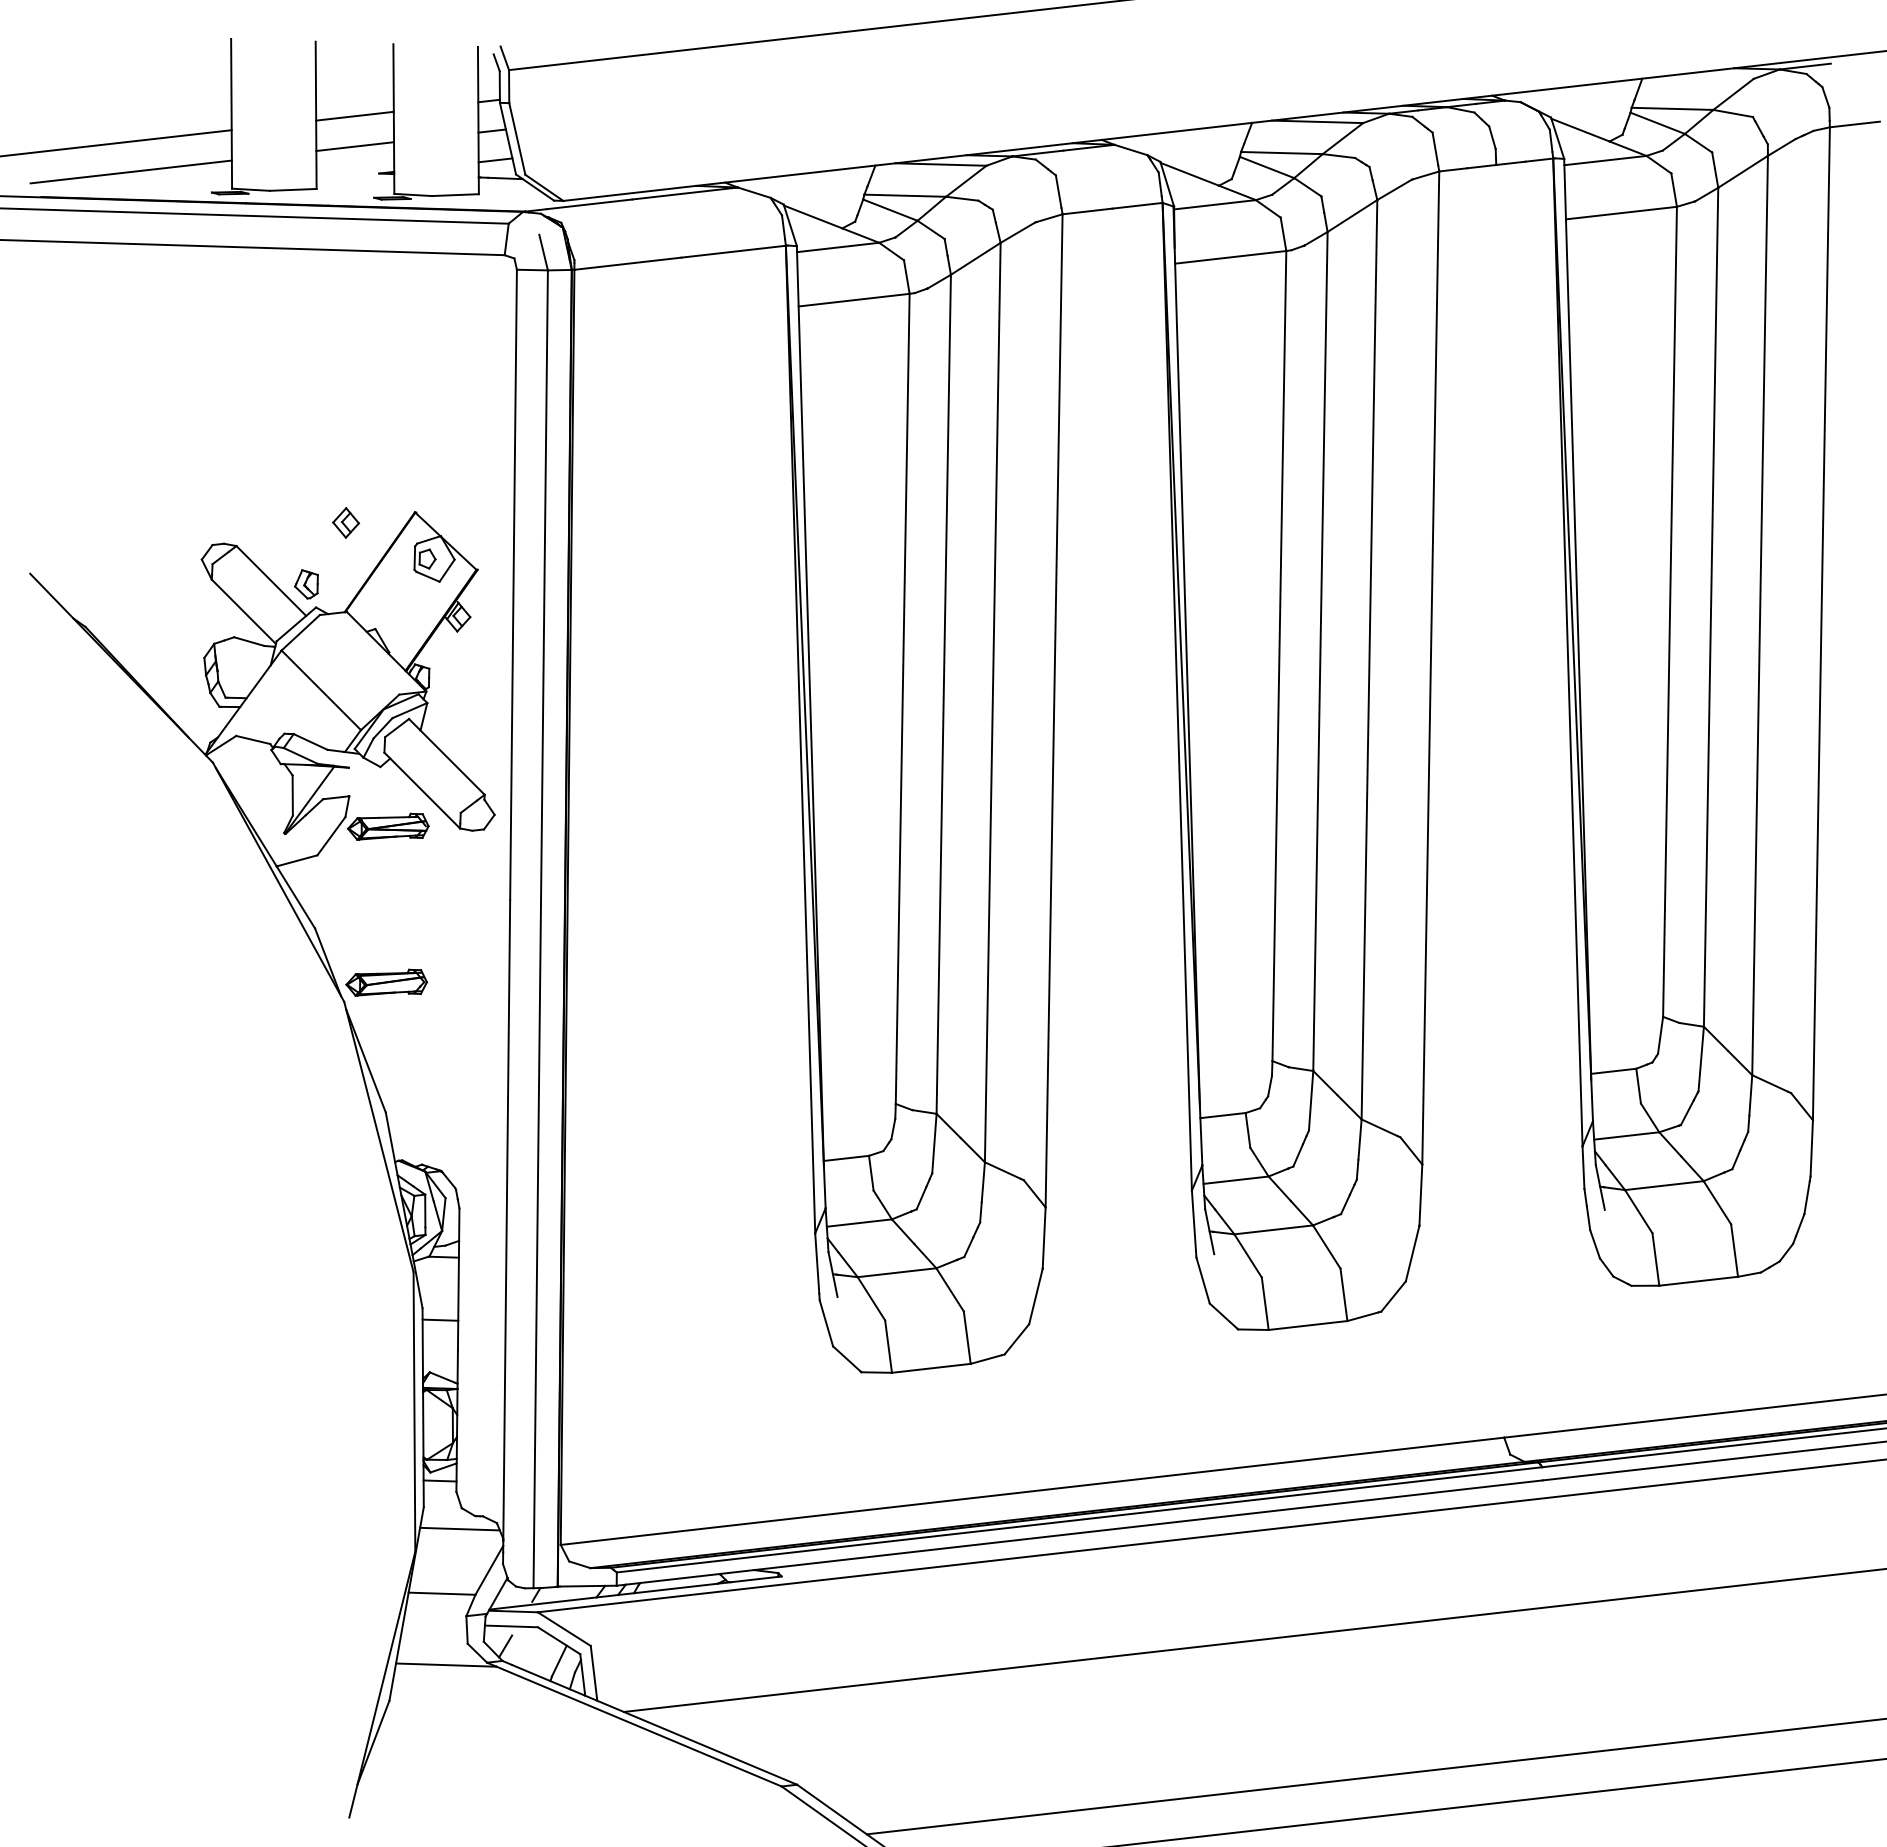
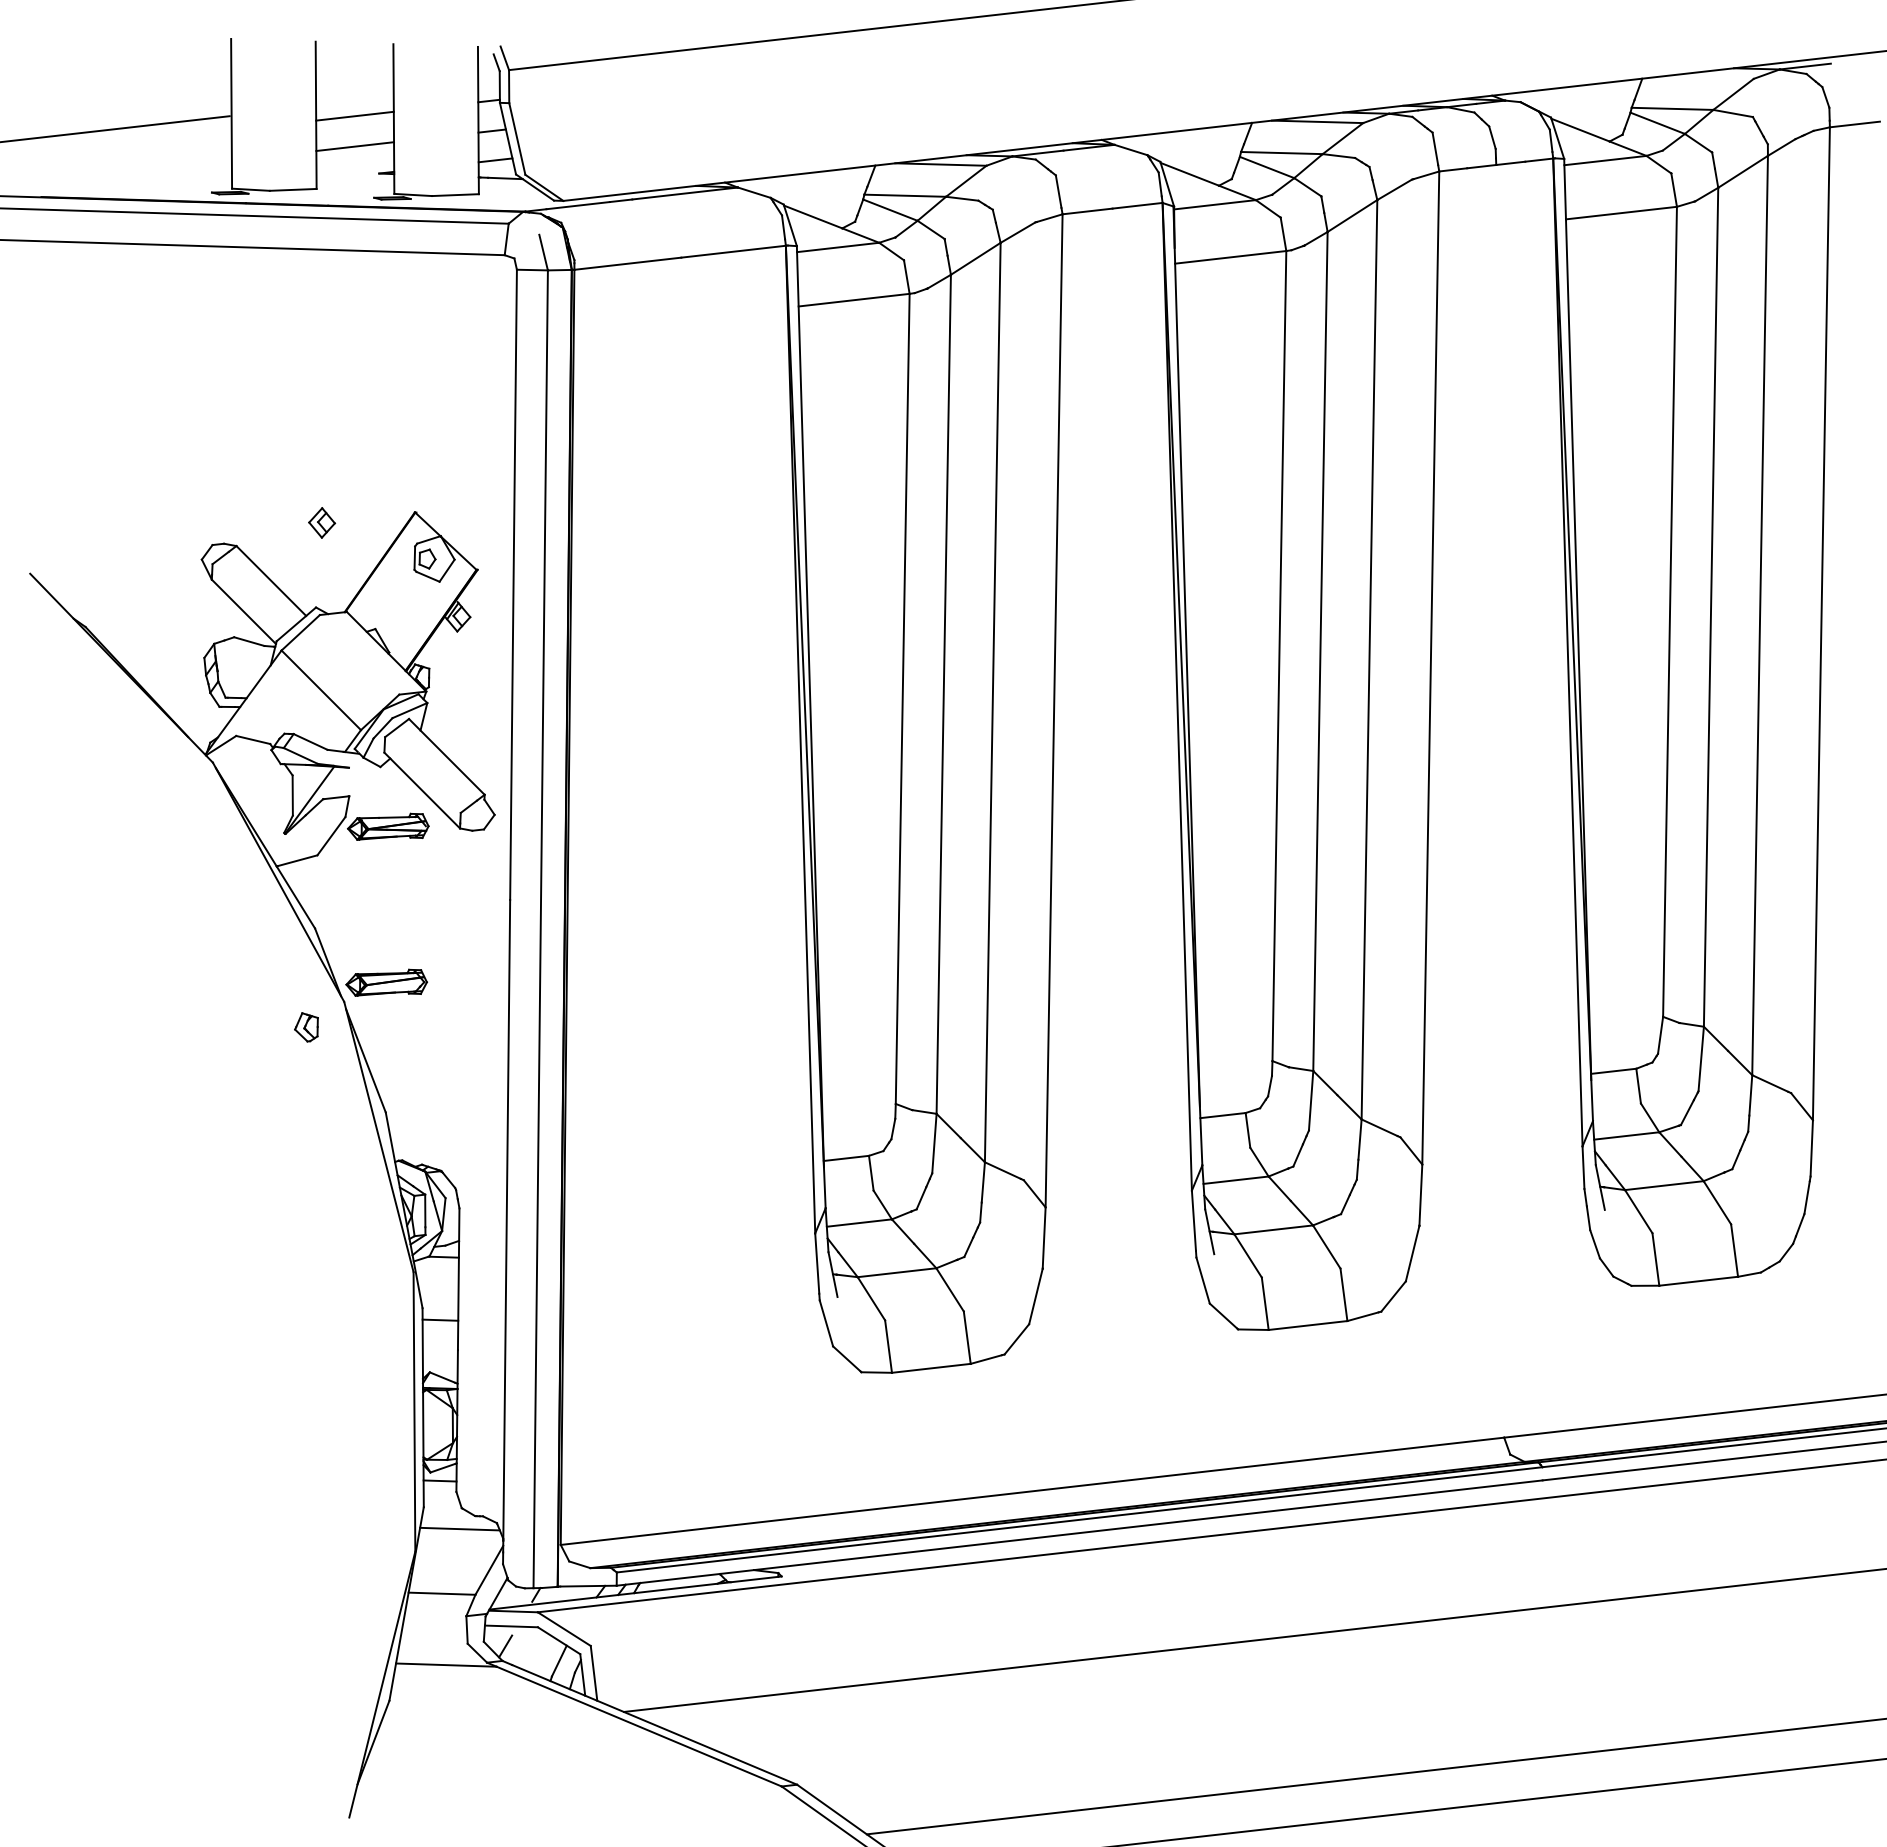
line at (116, 143) position: (116, 143) -> (115, 129)
line at (130, 171): present -> none
part at (346, 522) position: (346, 522) -> (322, 522)
part at (306, 584) position: (306, 584) -> (306, 1027)
